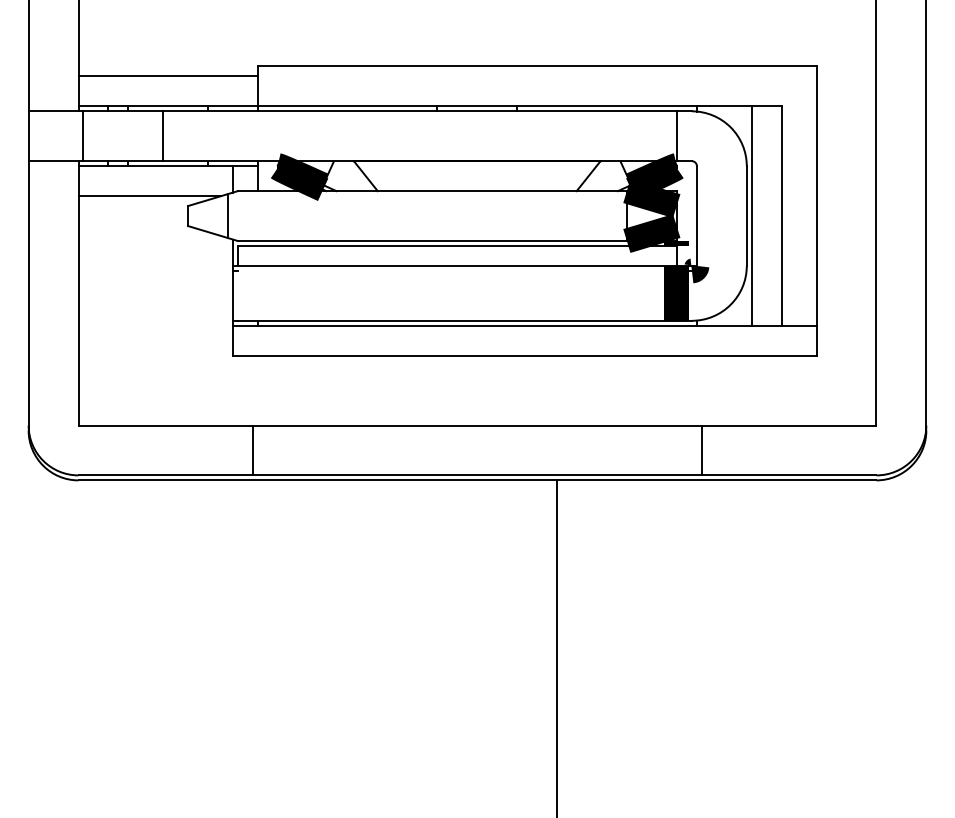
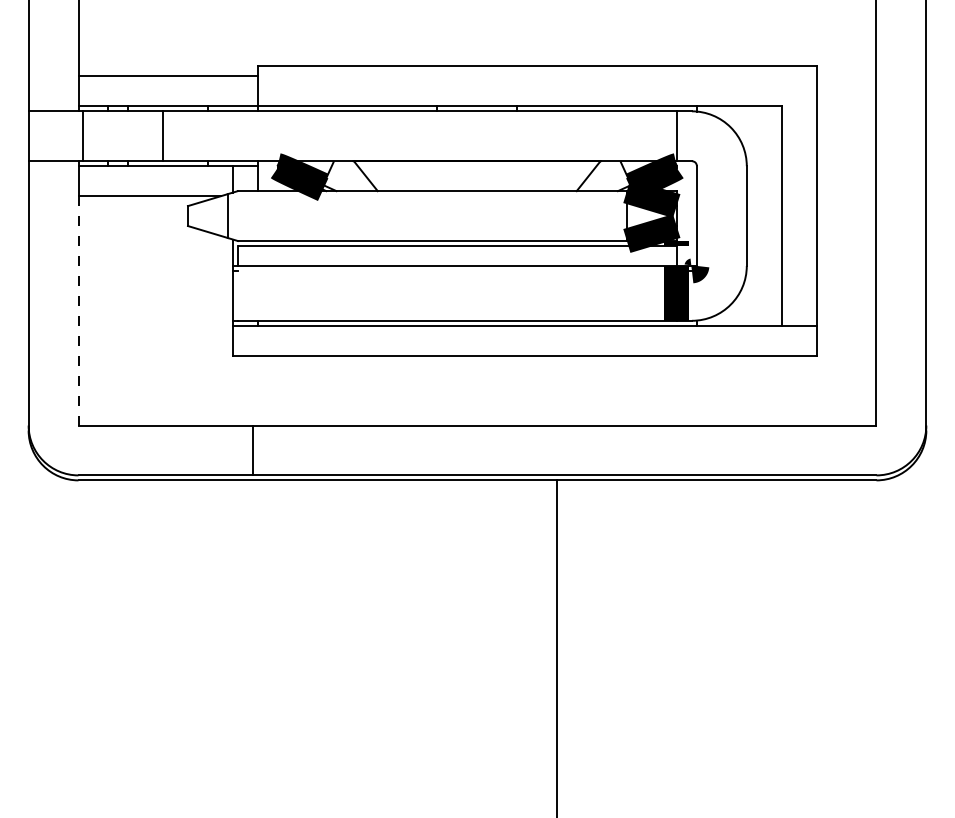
line at (751, 215): present -> none
line at (78, 310): solid -> dashed
line at (701, 450): present -> none
